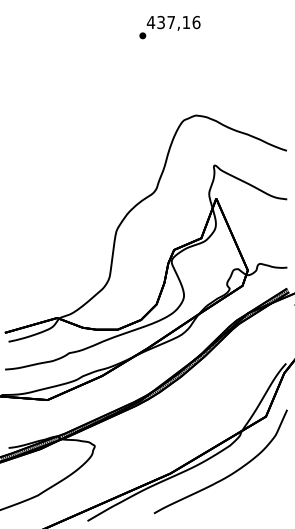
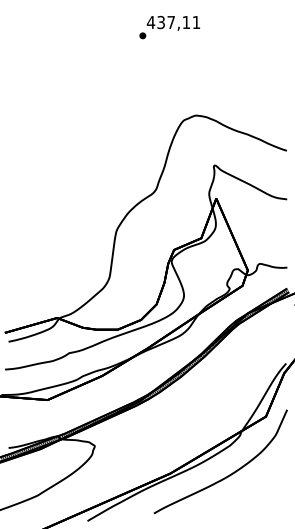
text at (196, 22): 437,16 -> 437,11
